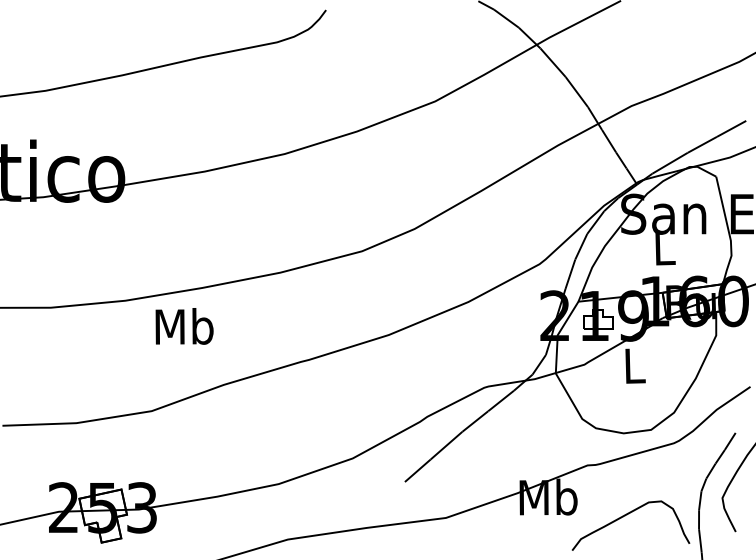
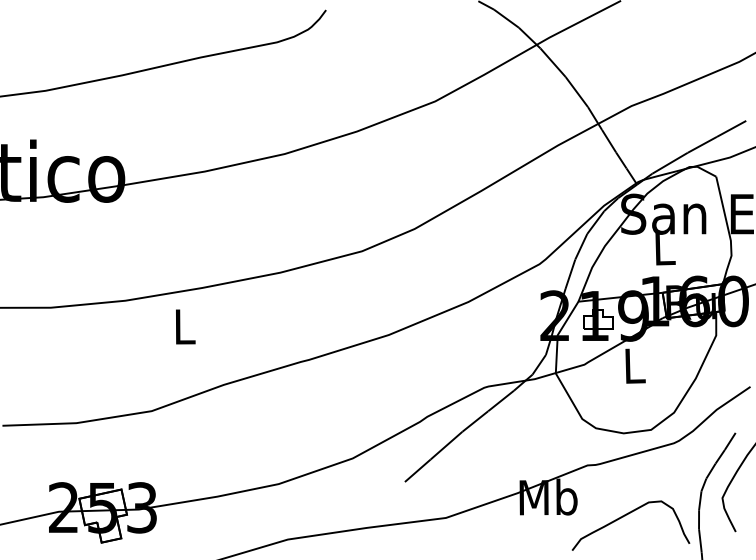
text at (184, 326): Mb -> L
